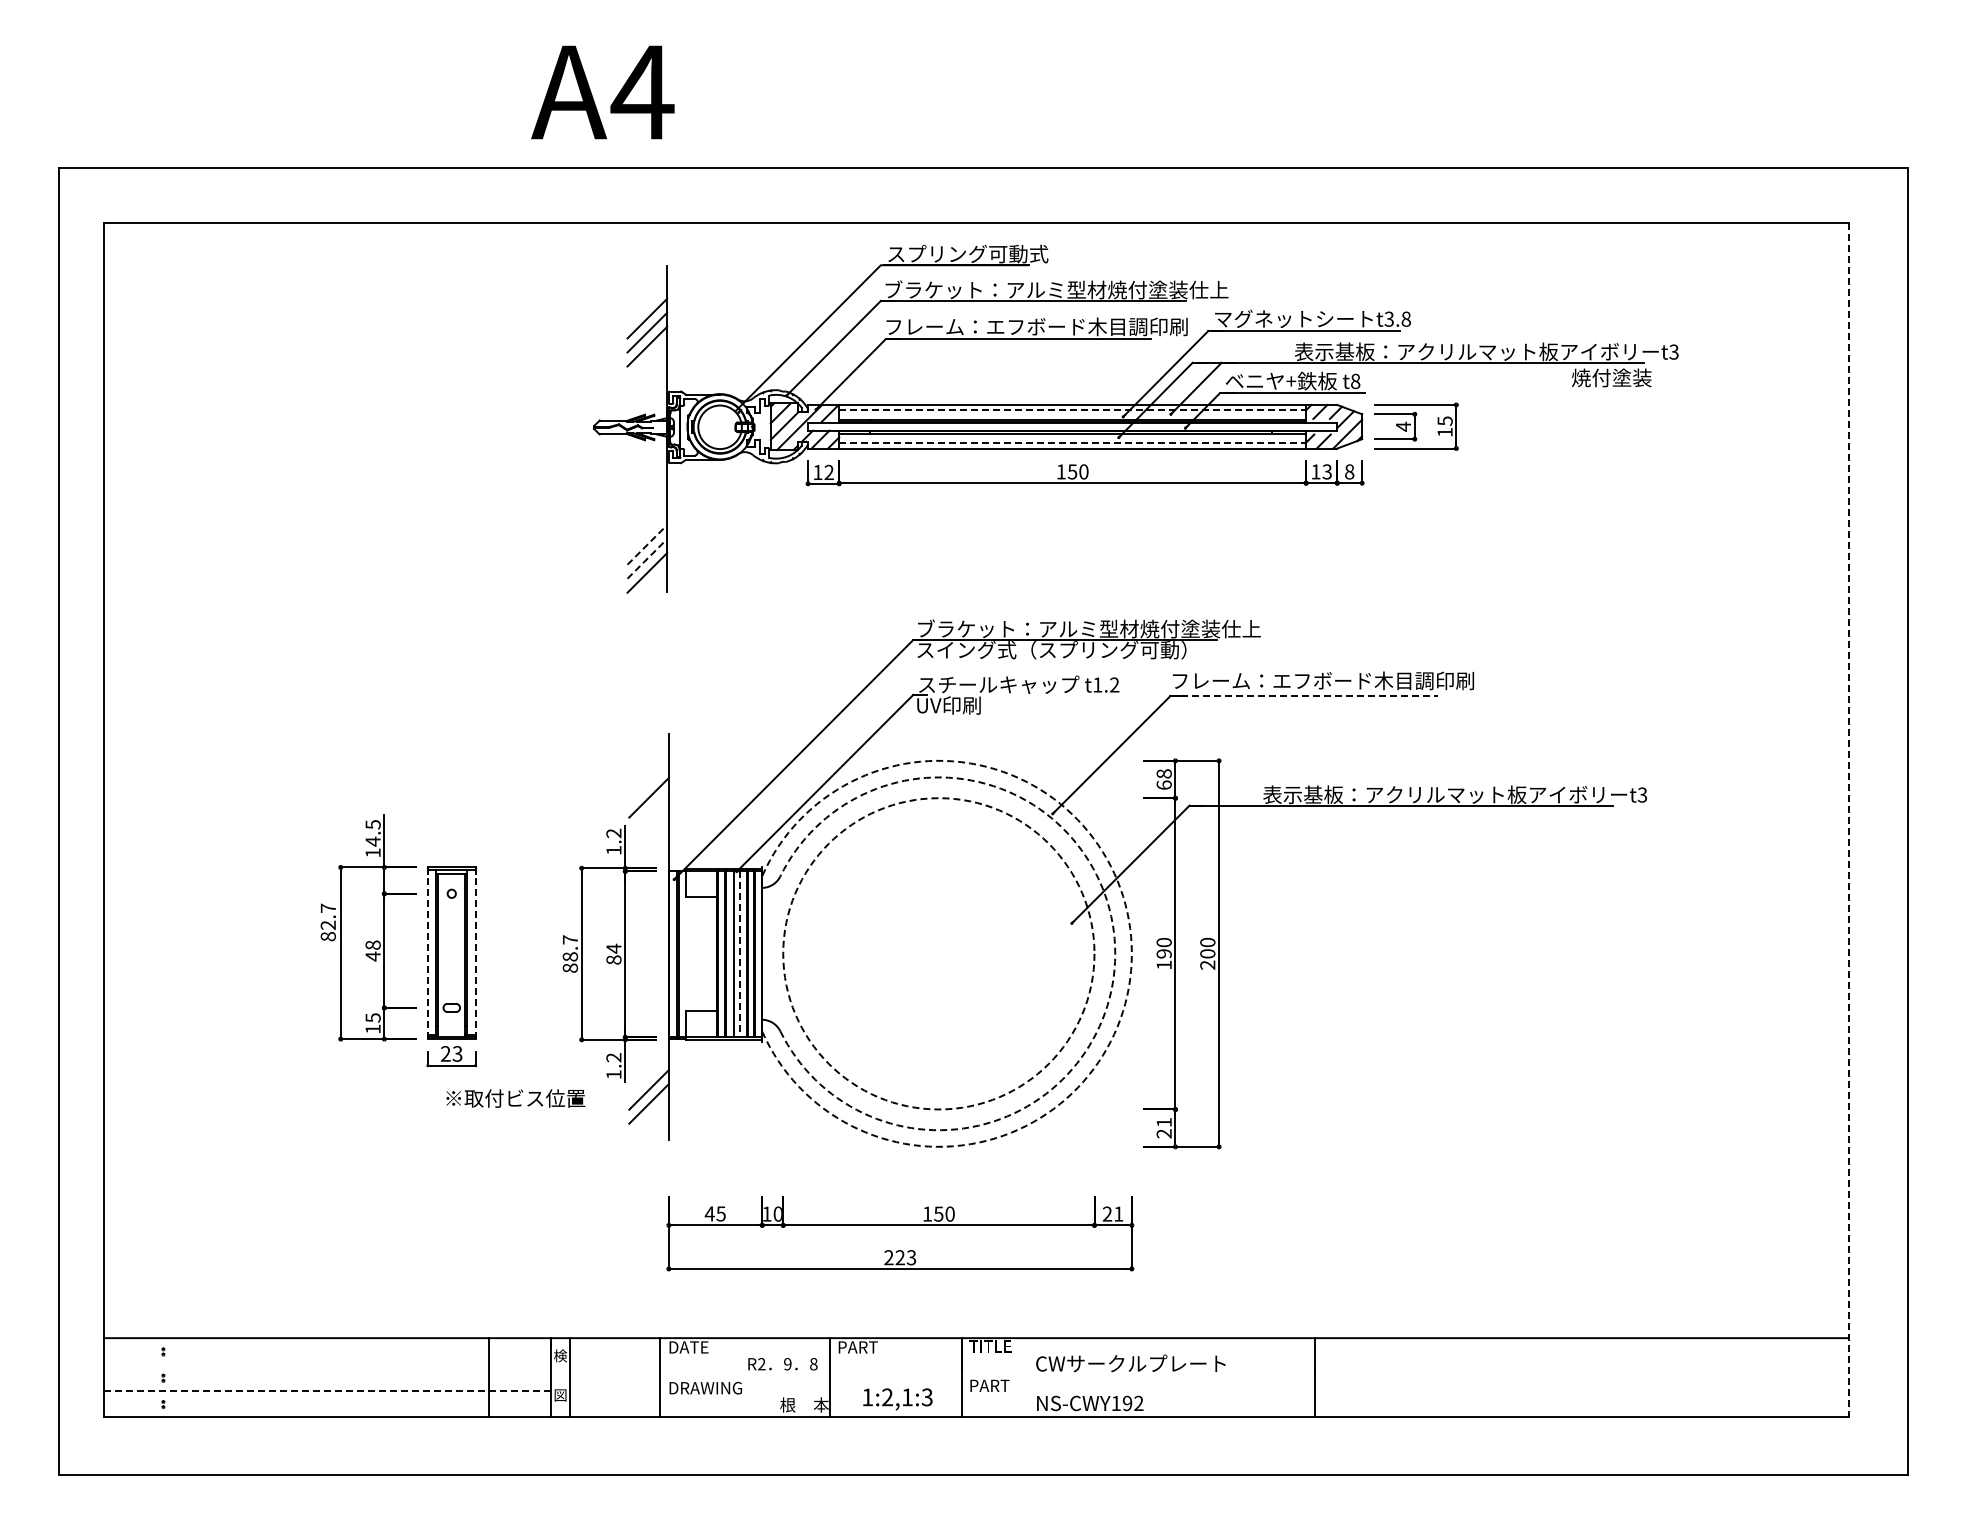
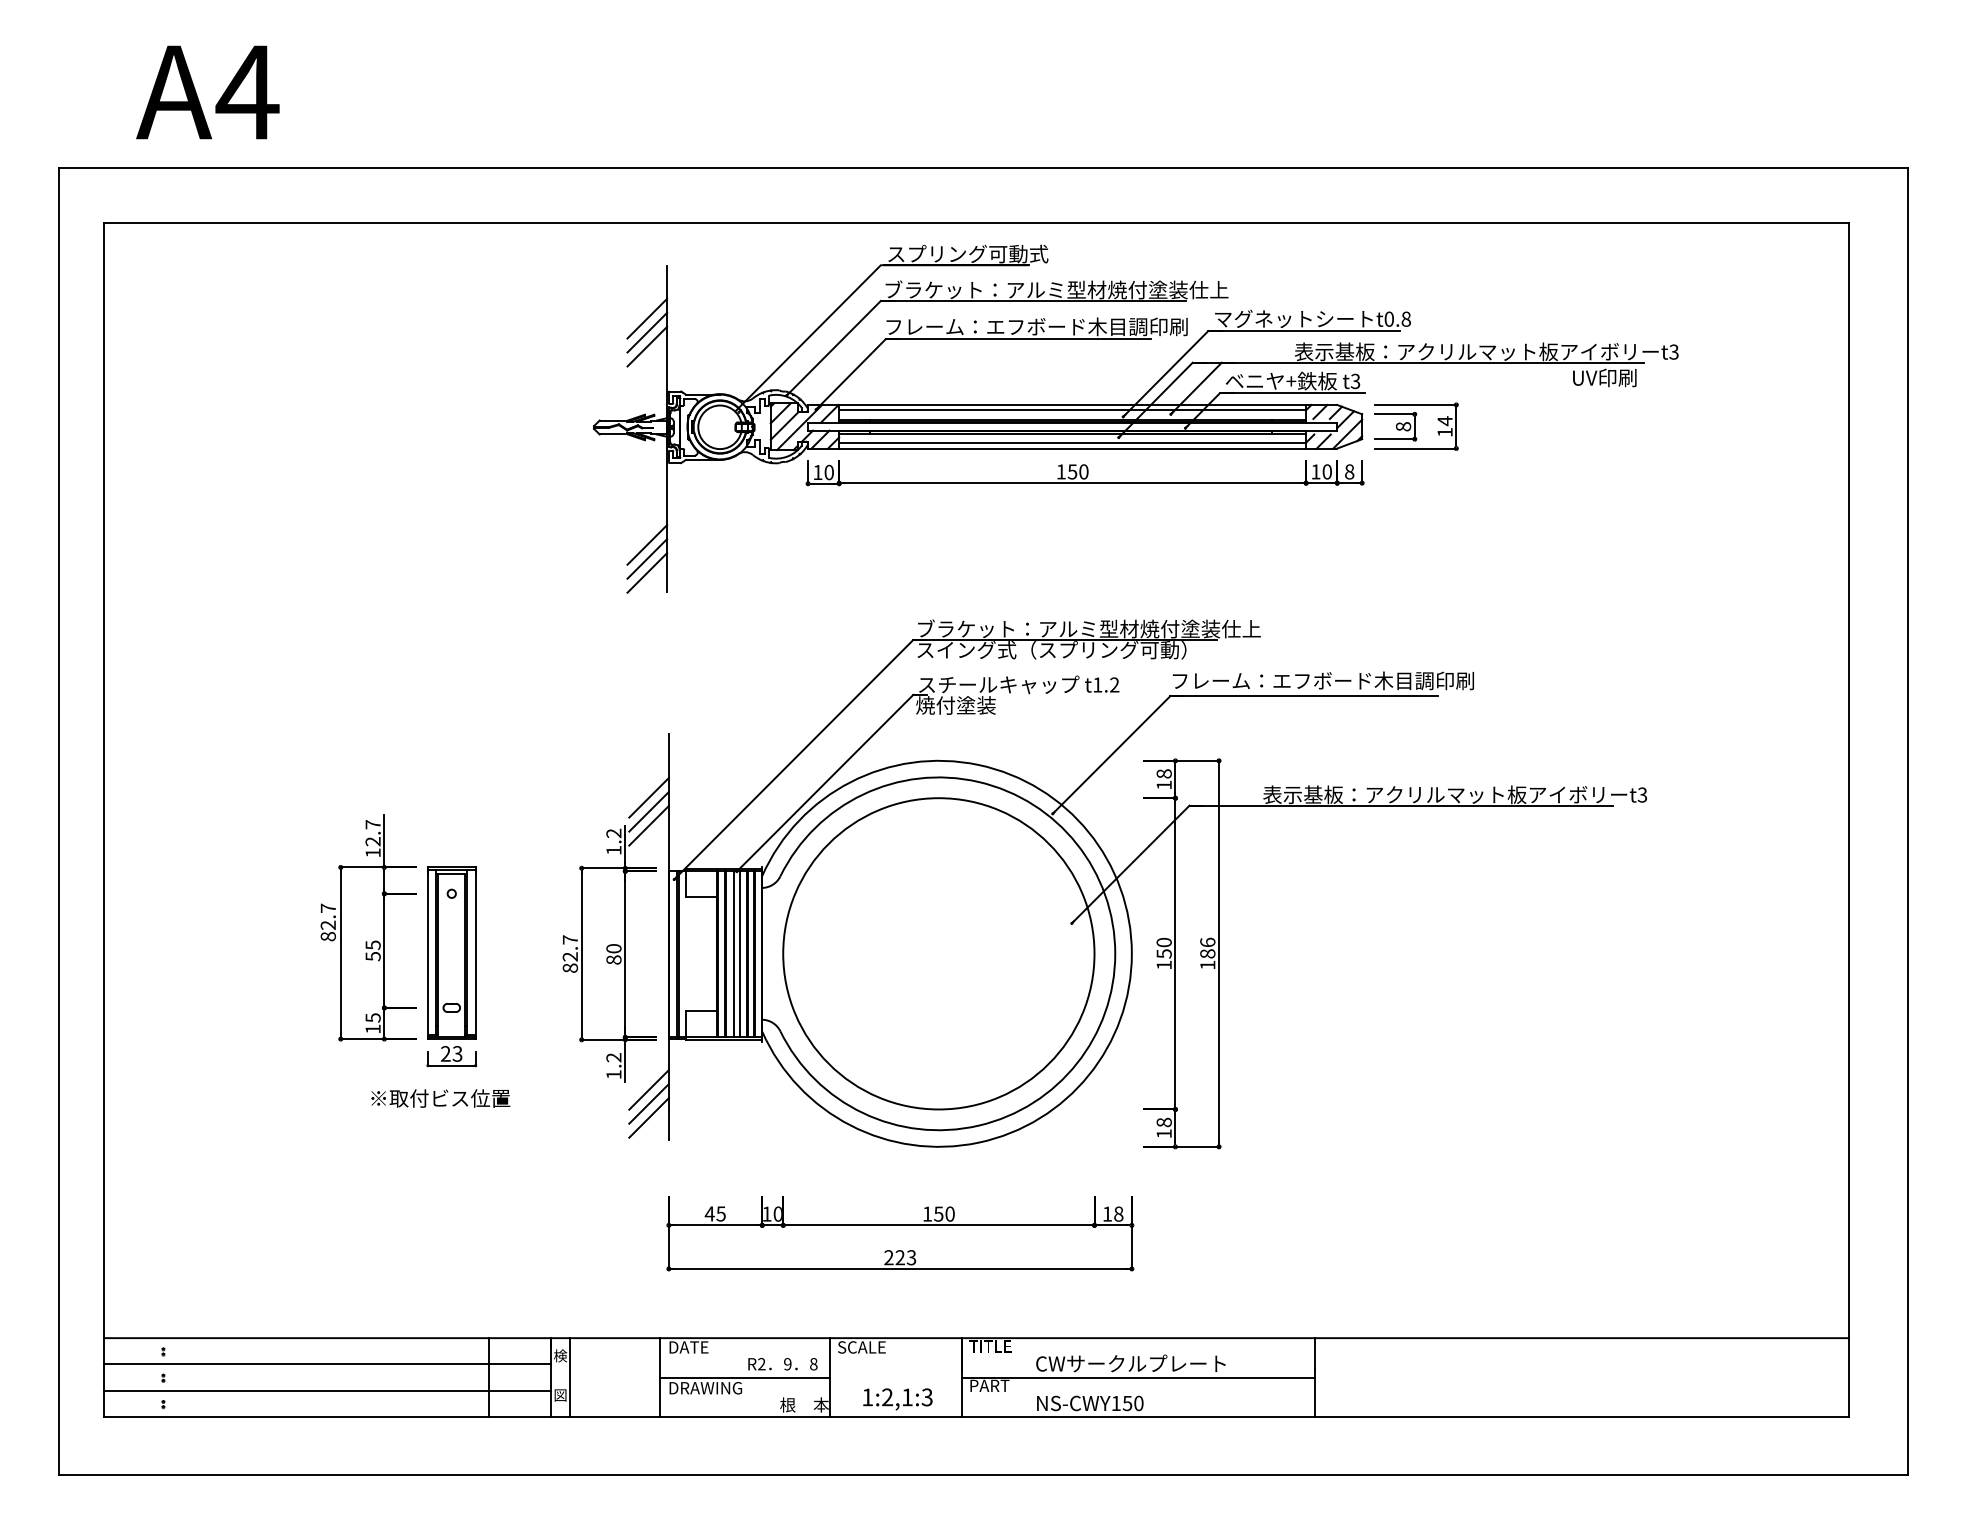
text at (602, 92) position: (602, 92) -> (207, 92)
text at (1388, 318): t3.8 -> t0.8
text at (1611, 377): 焼付塗装 -> UV印刷
text at (1355, 380): t8 -> t3
line at (1073, 410): dashed -> solid
text at (1444, 421): 15 -> 14
text at (1403, 426): 4 -> 8
line at (1073, 443): dashed -> solid
text at (1326, 471): 13 -> 10
text at (828, 472): 12 -> 10
line at (647, 544): dashed -> solid
line at (647, 558): dashed -> solid
line at (1304, 696): dashed -> solid
text at (955, 705): UV印刷 -> 焼付塗装
text at (1163, 784): 68 -> 18
line at (648, 811): none -> present
line at (1849, 820): dashed -> solid
line at (648, 825): none -> present
text at (372, 833): 14.5 -> 12.7
text at (613, 948): 84 -> 80
text at (372, 950): 48 -> 55
line at (427, 953): dashed -> solid
line at (475, 953): dashed -> solid
circle at (938, 953): dashed -> solid
arc at (1115, 953): dashed -> solid
arc at (1131, 953): dashed -> solid
text at (1163, 953): 190 -> 150
text at (1207, 953): 200 -> 186
line at (739, 954): dashed -> solid
text at (570, 956): 88.7 -> 82.7
text at (515, 1098) position: (515, 1098) -> (440, 1098)
line at (648, 1117): none -> present
text at (1163, 1127): 21 -> 18
text at (1112, 1213): 21 -> 18
text at (861, 1347): PART -> SCALE
line at (327, 1364): none -> present
line at (744, 1377): none -> present
line at (1138, 1377): none -> present
line at (328, 1390): dashed -> solid
text at (1132, 1403): NS-CWY192 -> NS-CWY150
